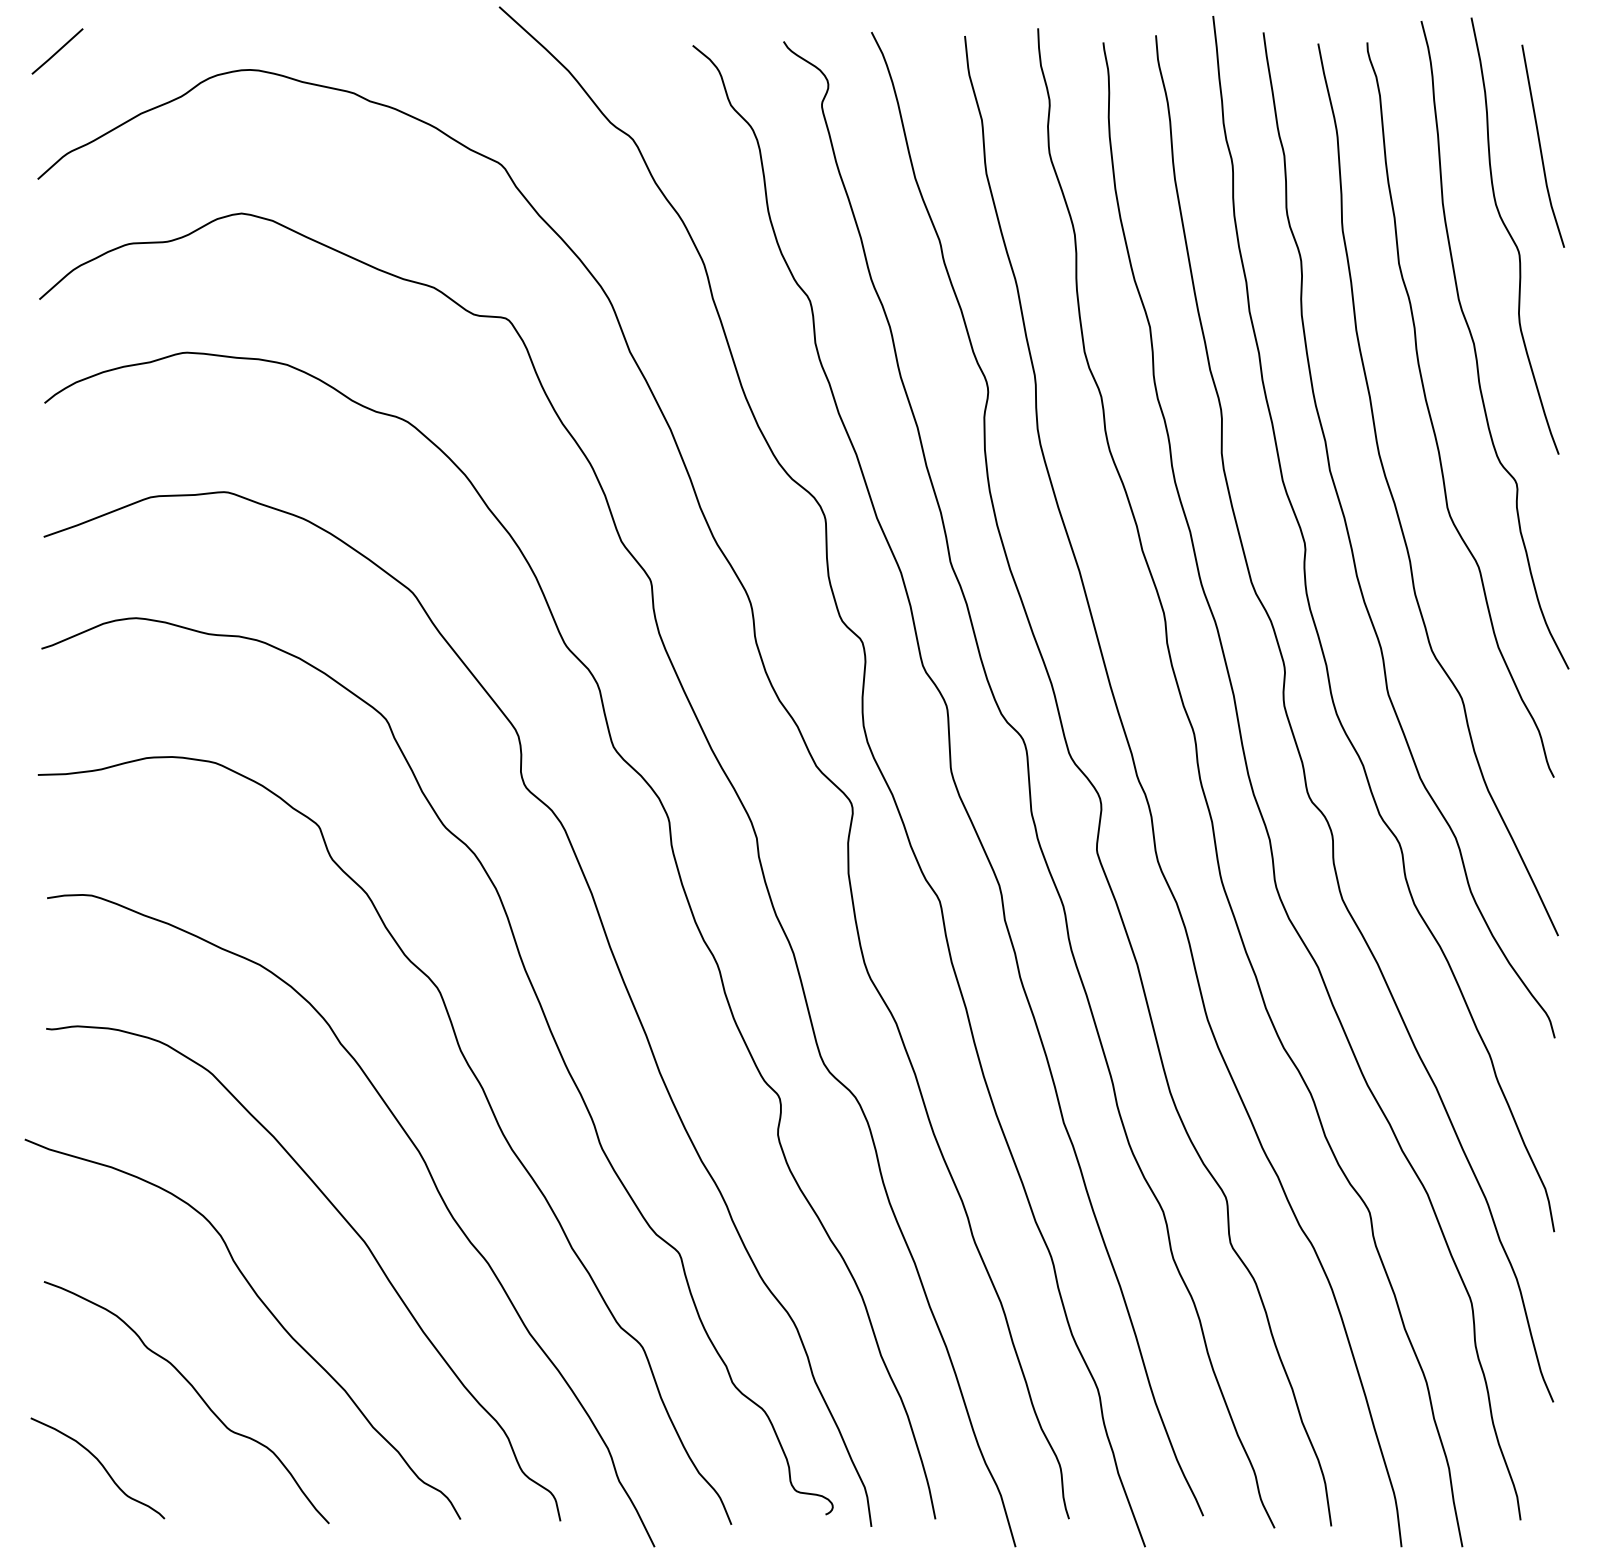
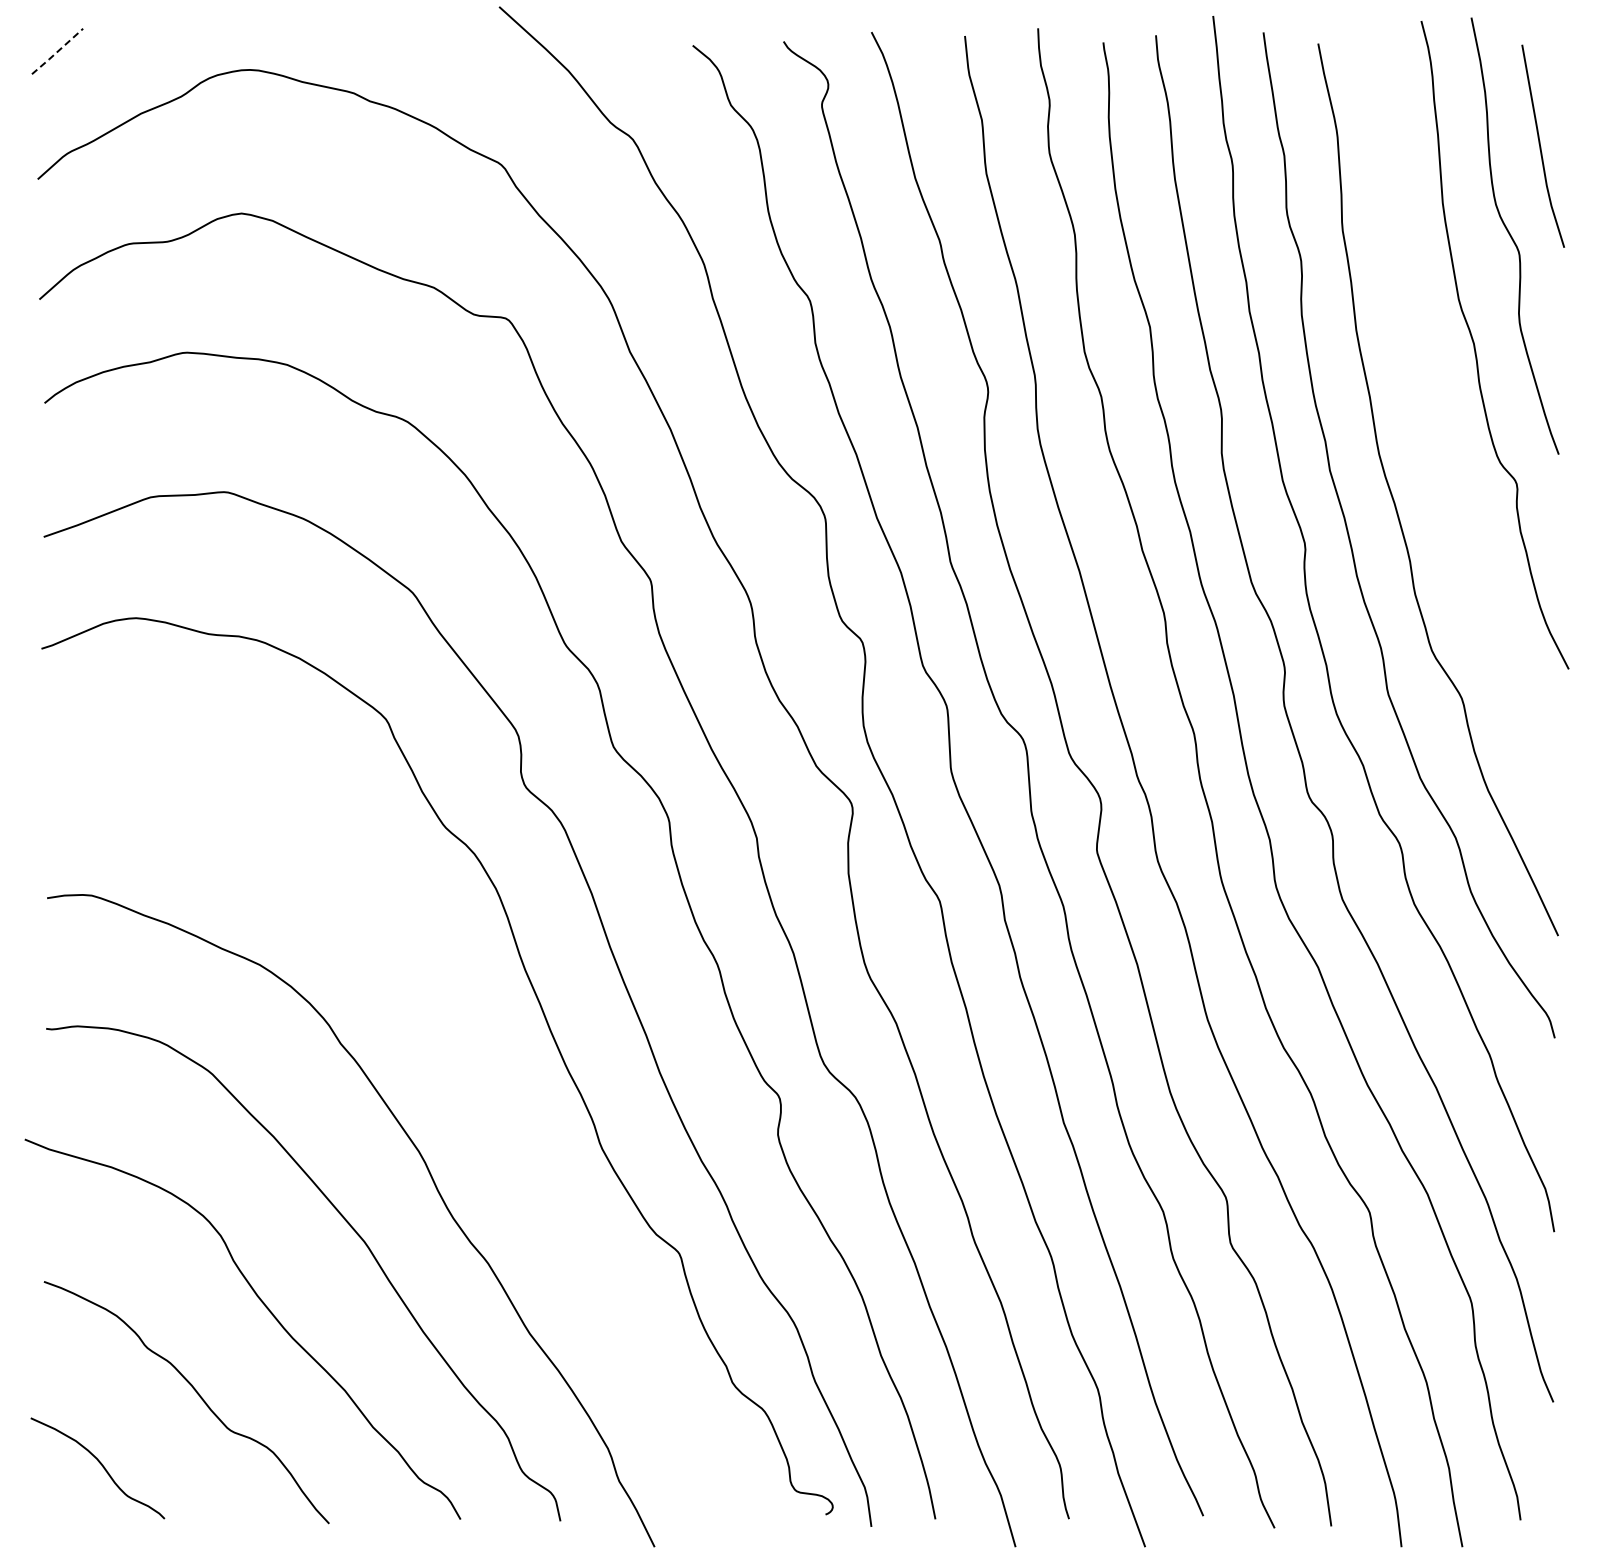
line at (57, 52): solid -> dashed
curve at (1431, 416): present -> none
curve at (486, 1100): present -> none
